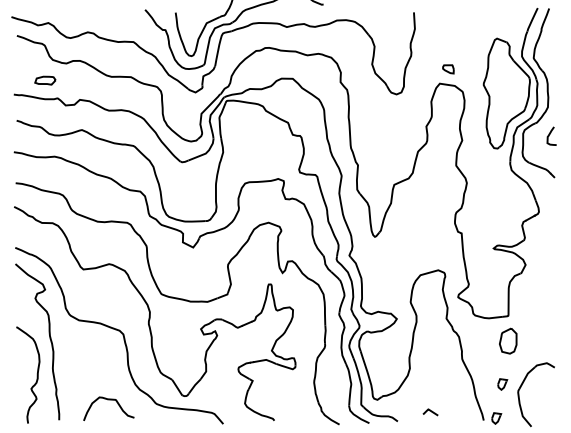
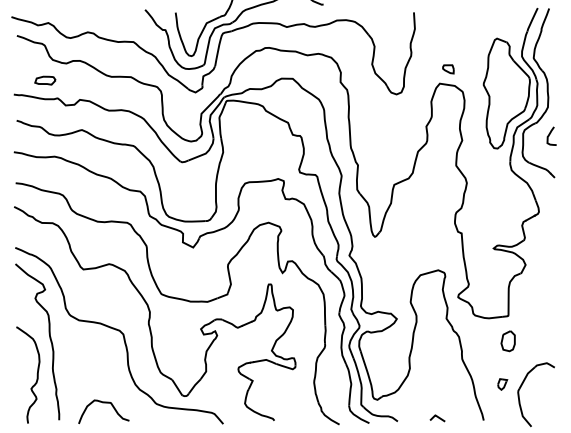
part at (508, 340) size: 19x28 px -> 16x23 px
curve at (108, 400) position: (108, 400) -> (103, 403)
line at (430, 411) position: (430, 411) -> (437, 417)
part at (496, 418): present -> none
